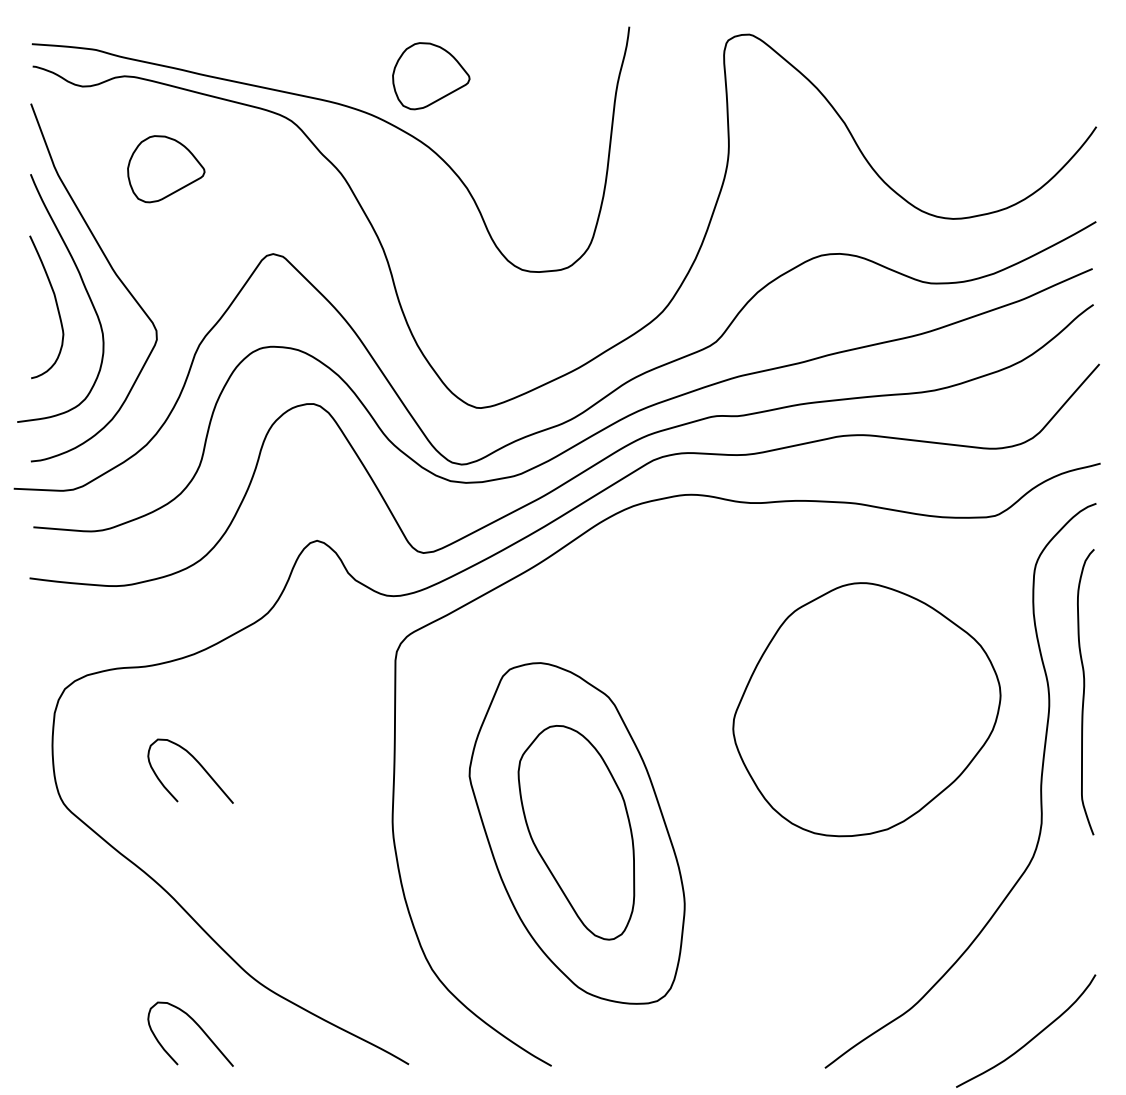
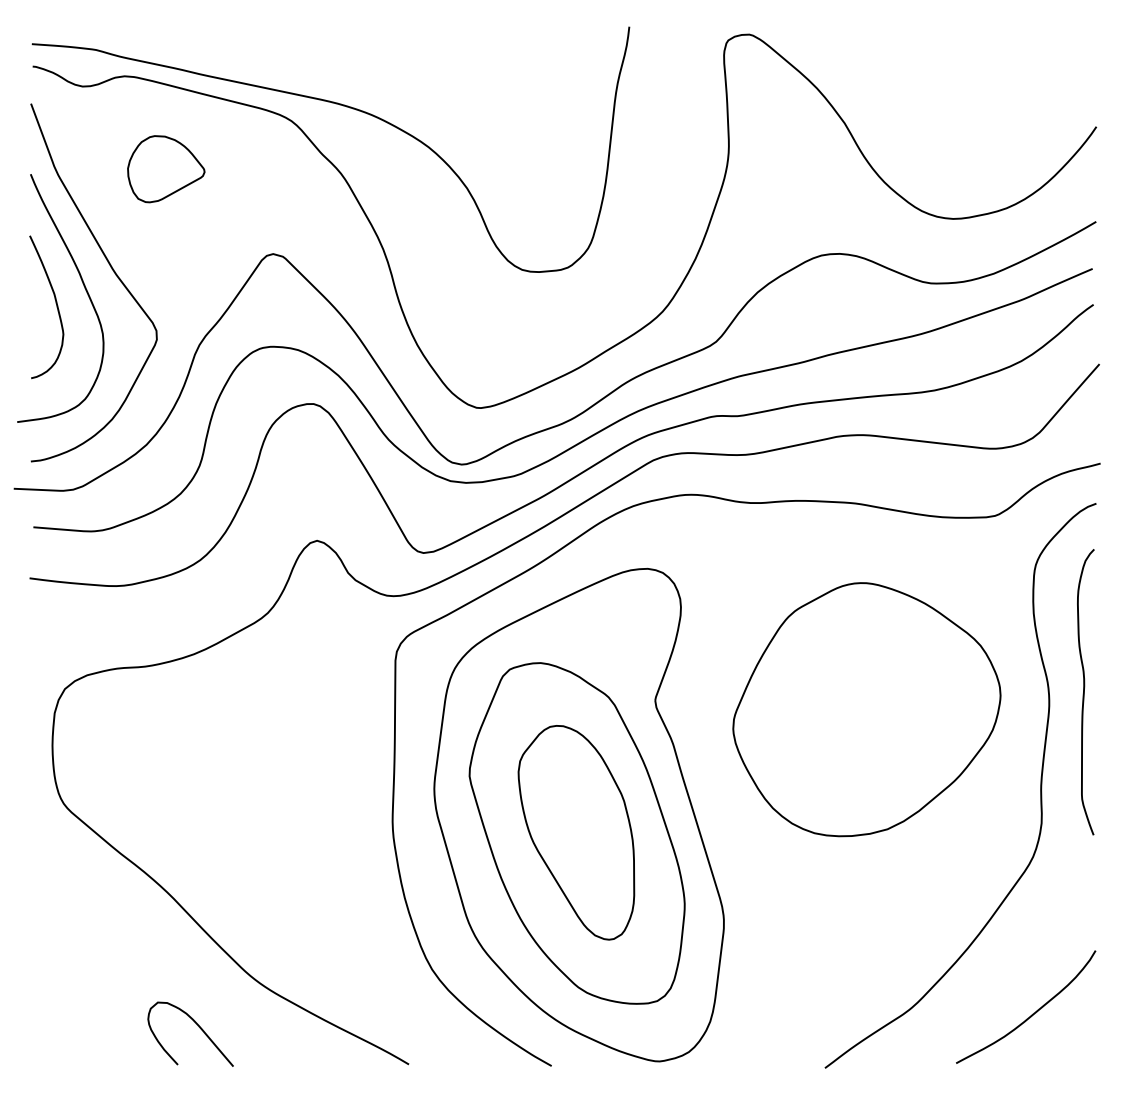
part at (431, 76): present -> none
curve at (198, 764): present -> none
part at (578, 814): none -> present
curve at (1032, 1037) position: (1032, 1037) -> (1032, 1013)
